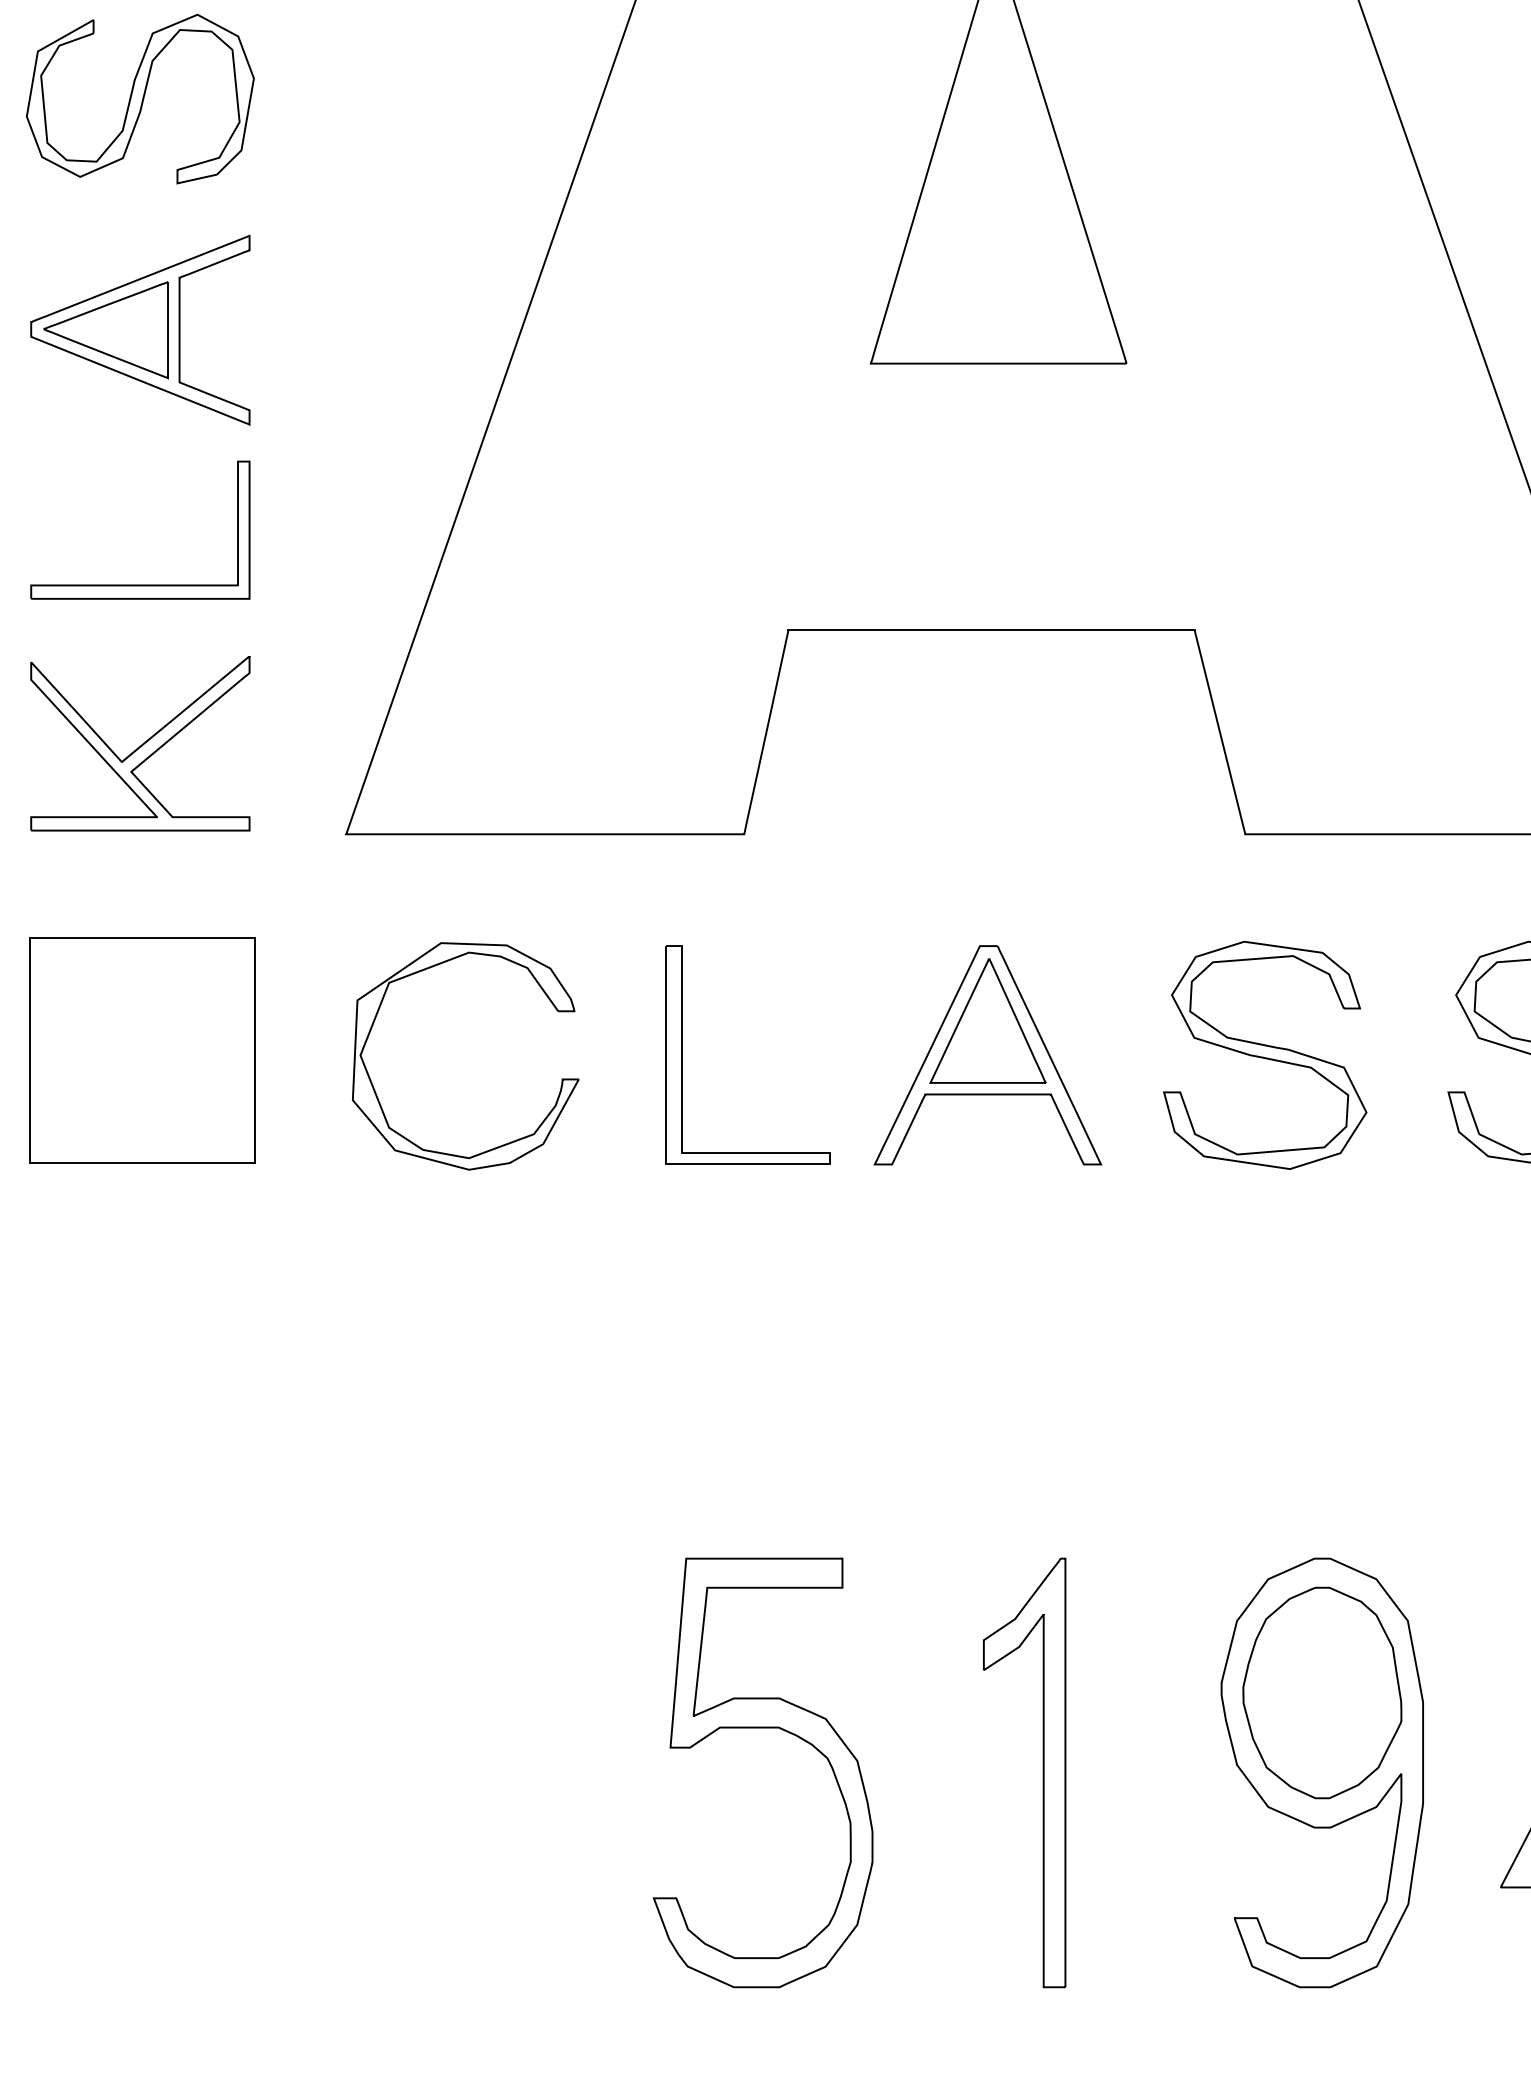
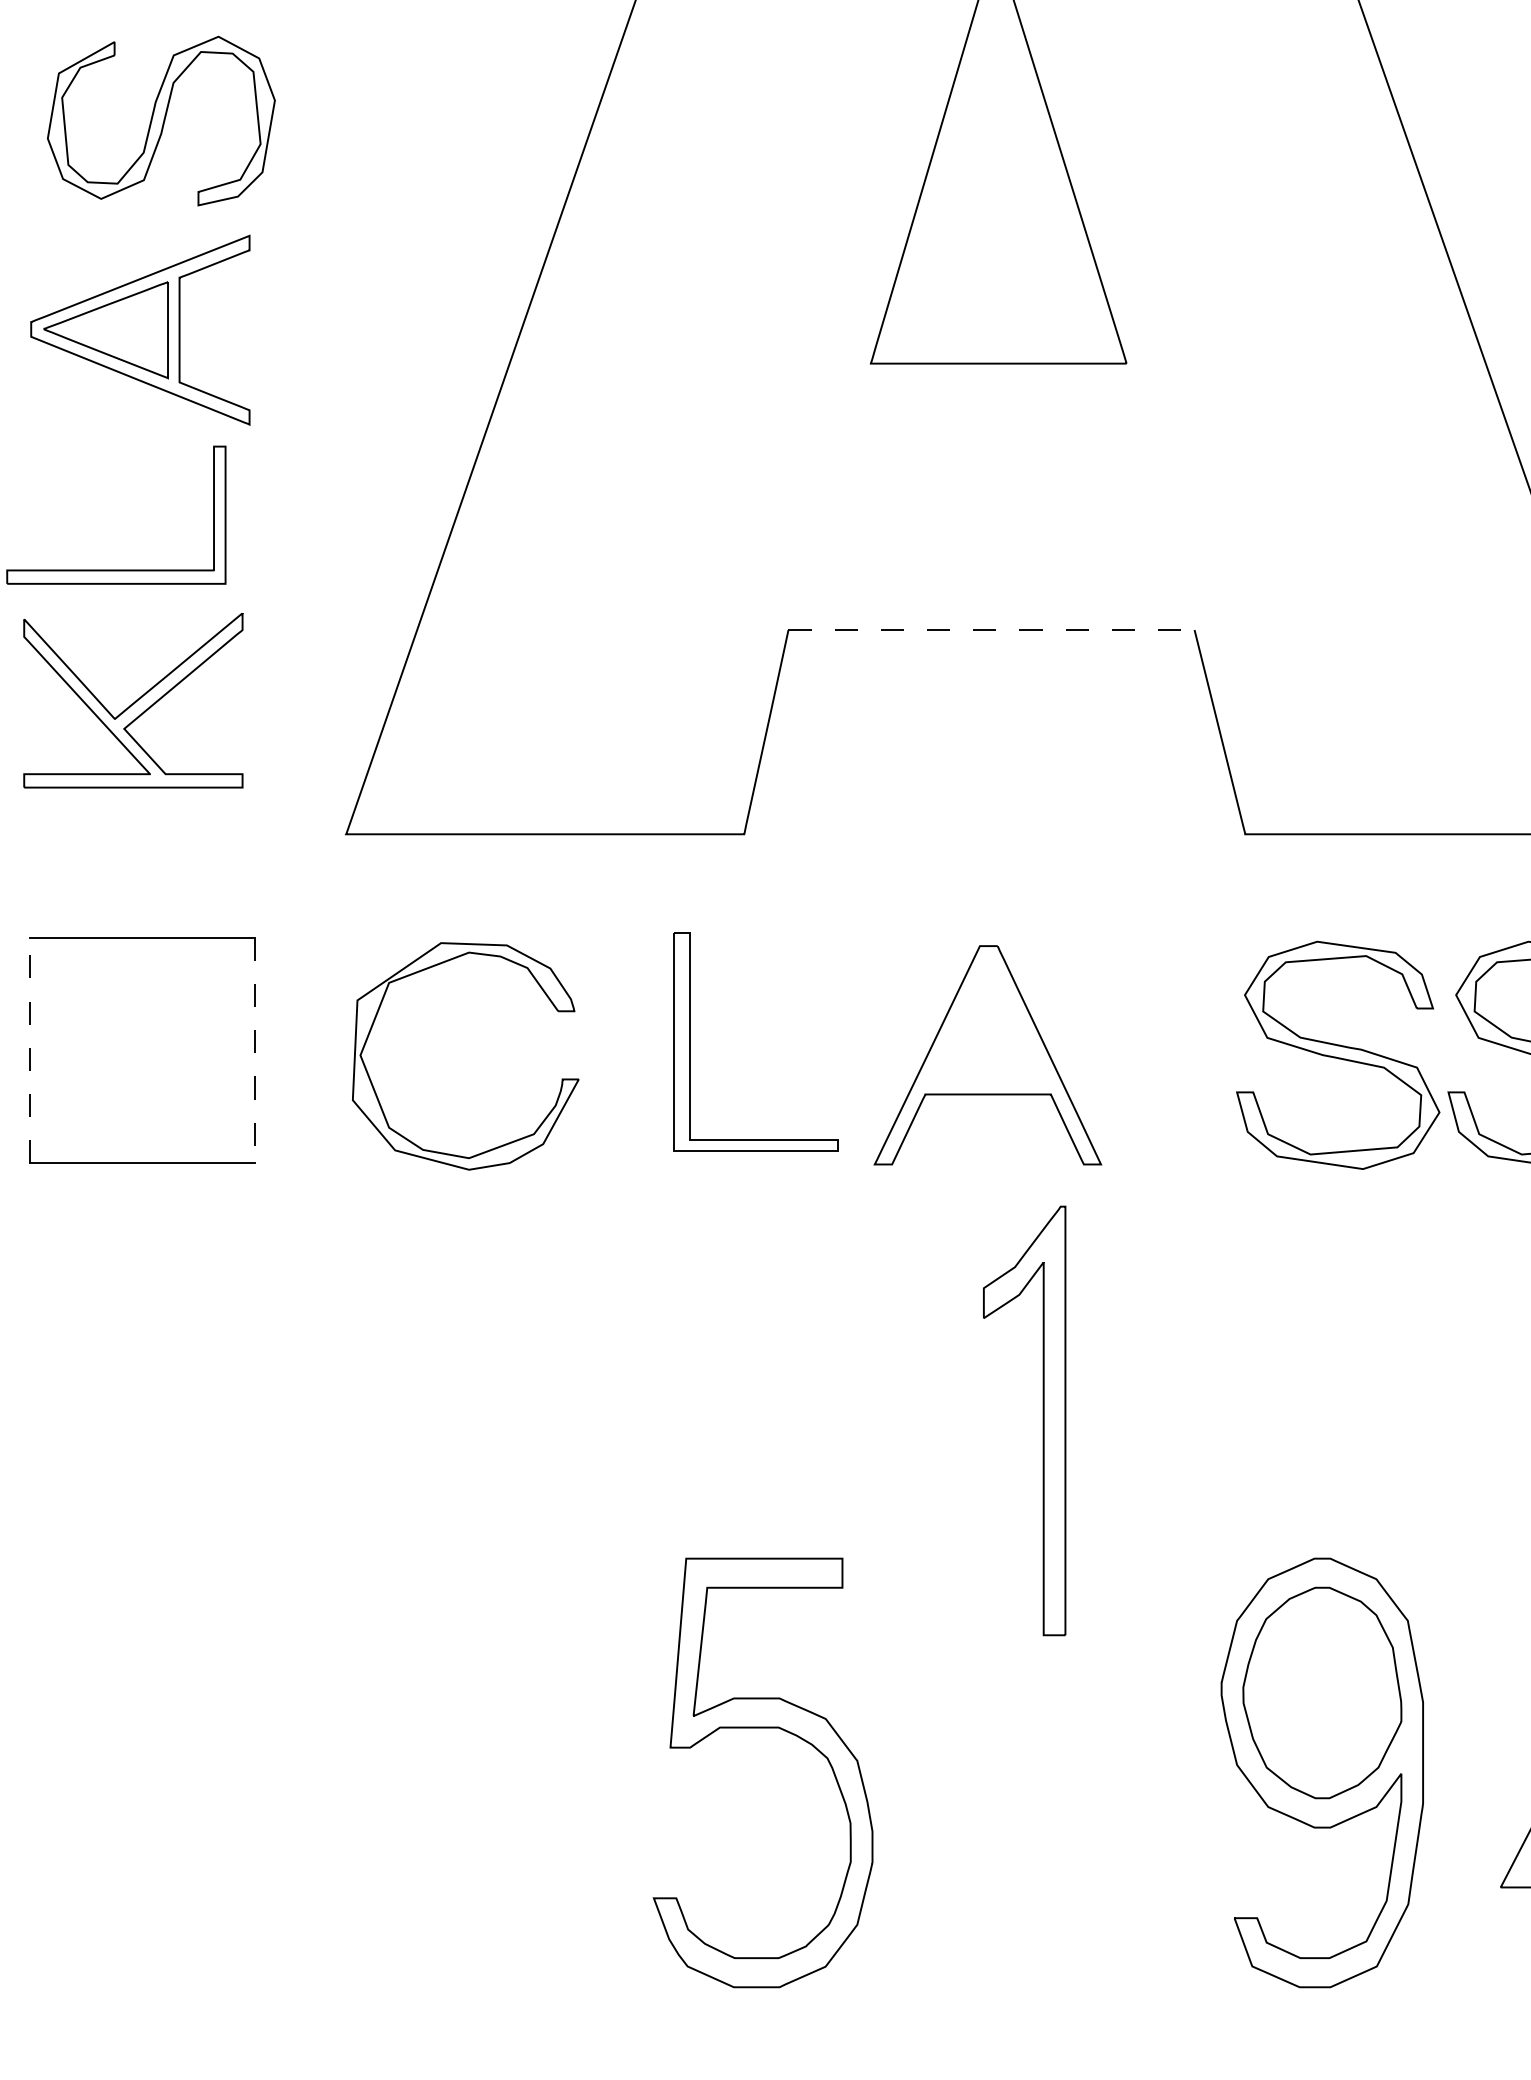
part at (140, 98) position: (140, 98) -> (161, 120)
part at (140, 584) position: (140, 584) -> (116, 569)
line at (991, 630): solid -> dashed
part at (140, 743) position: (140, 743) -> (133, 700)
part at (987, 1020): present -> none
line at (30, 1050): solid -> dashed
line at (255, 1050): solid -> dashed
part at (682, 1054) position: (682, 1054) -> (690, 1041)
part at (1265, 1054) position: (1265, 1054) -> (1338, 1054)
part at (1042, 1772) position: (1042, 1772) -> (1042, 1420)
